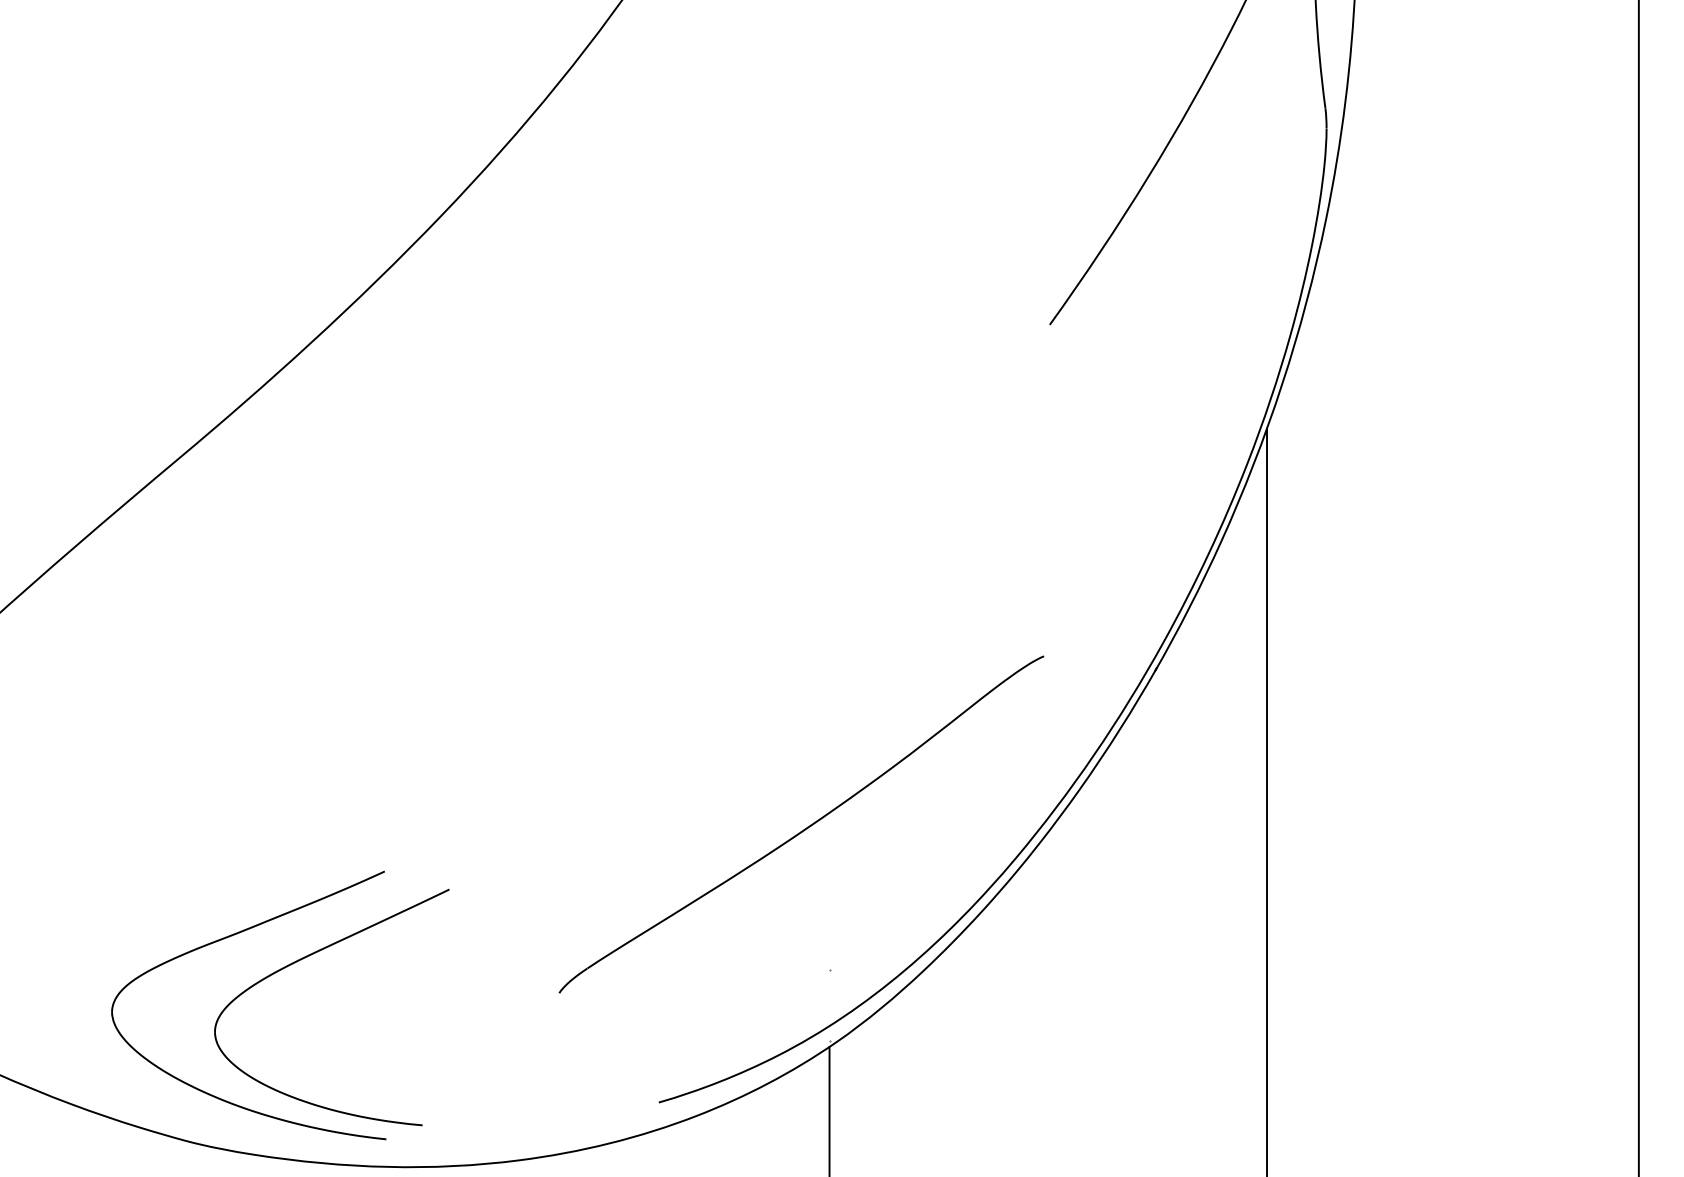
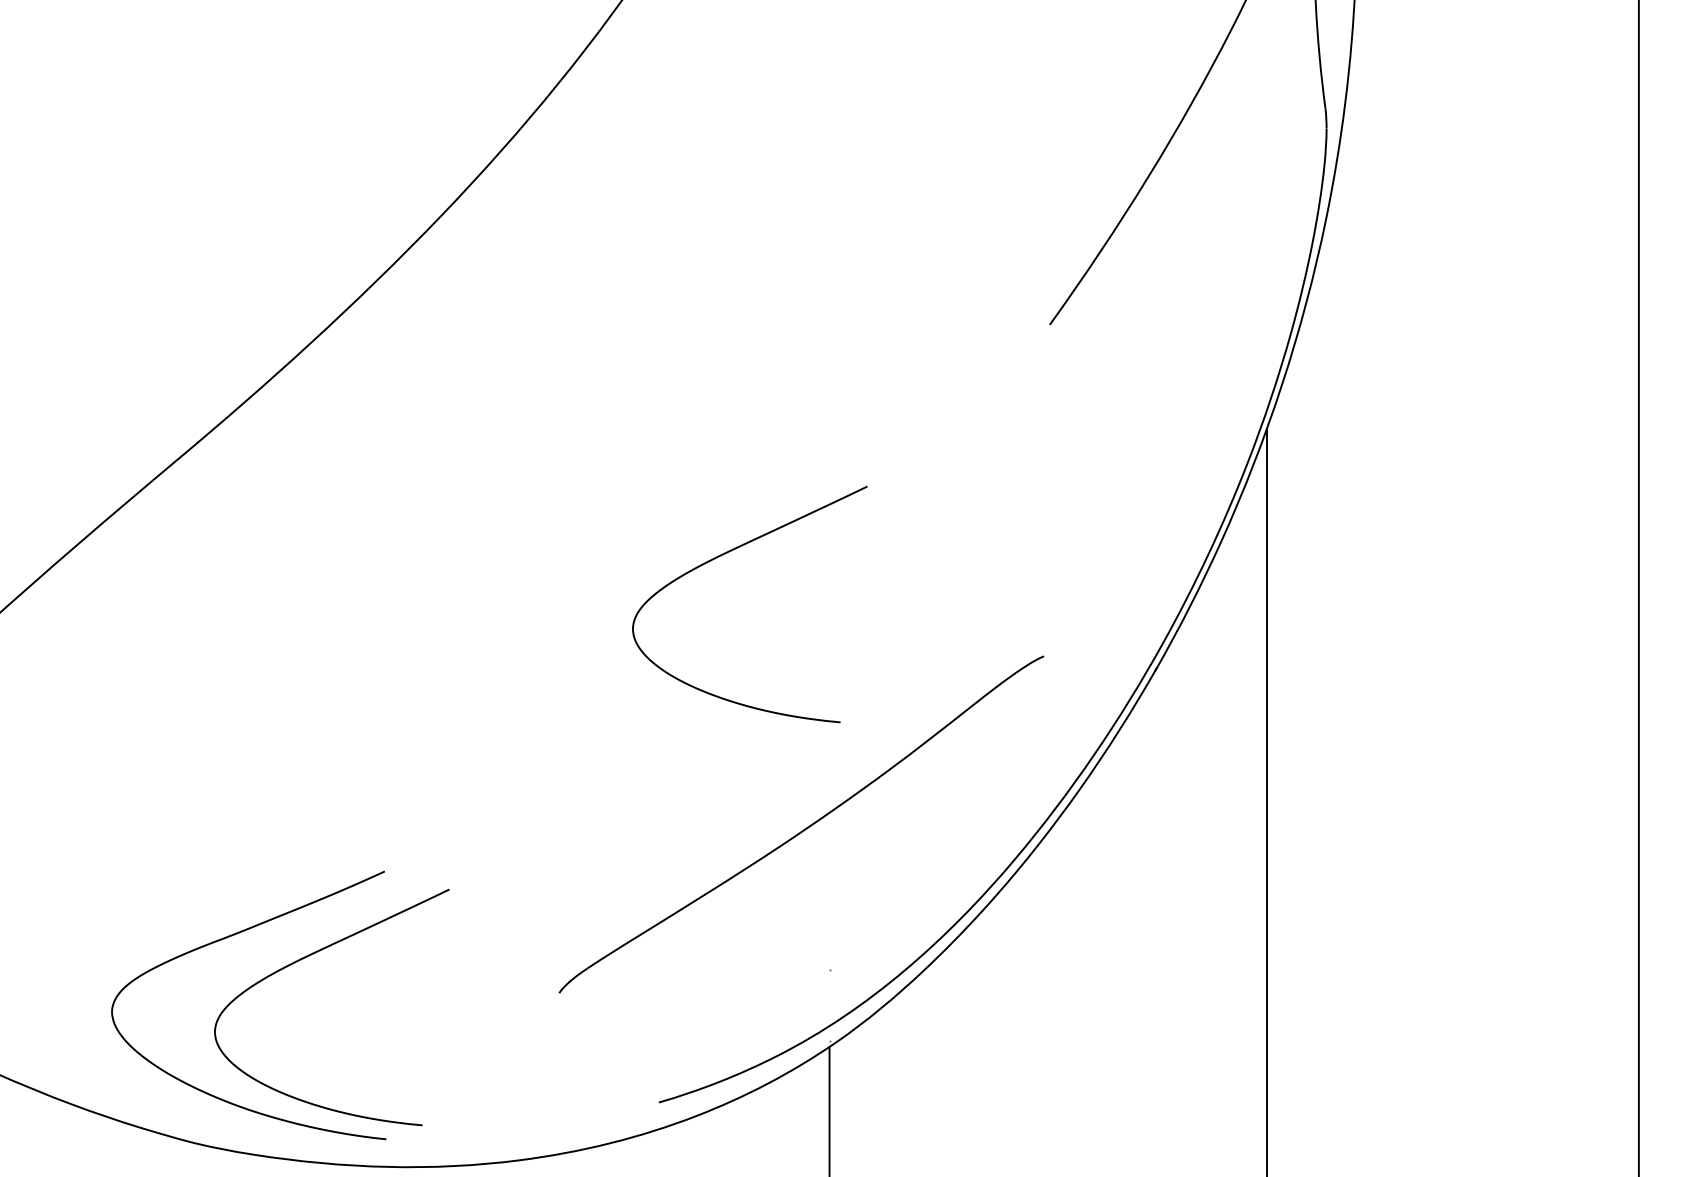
part at (725, 554): none -> present
